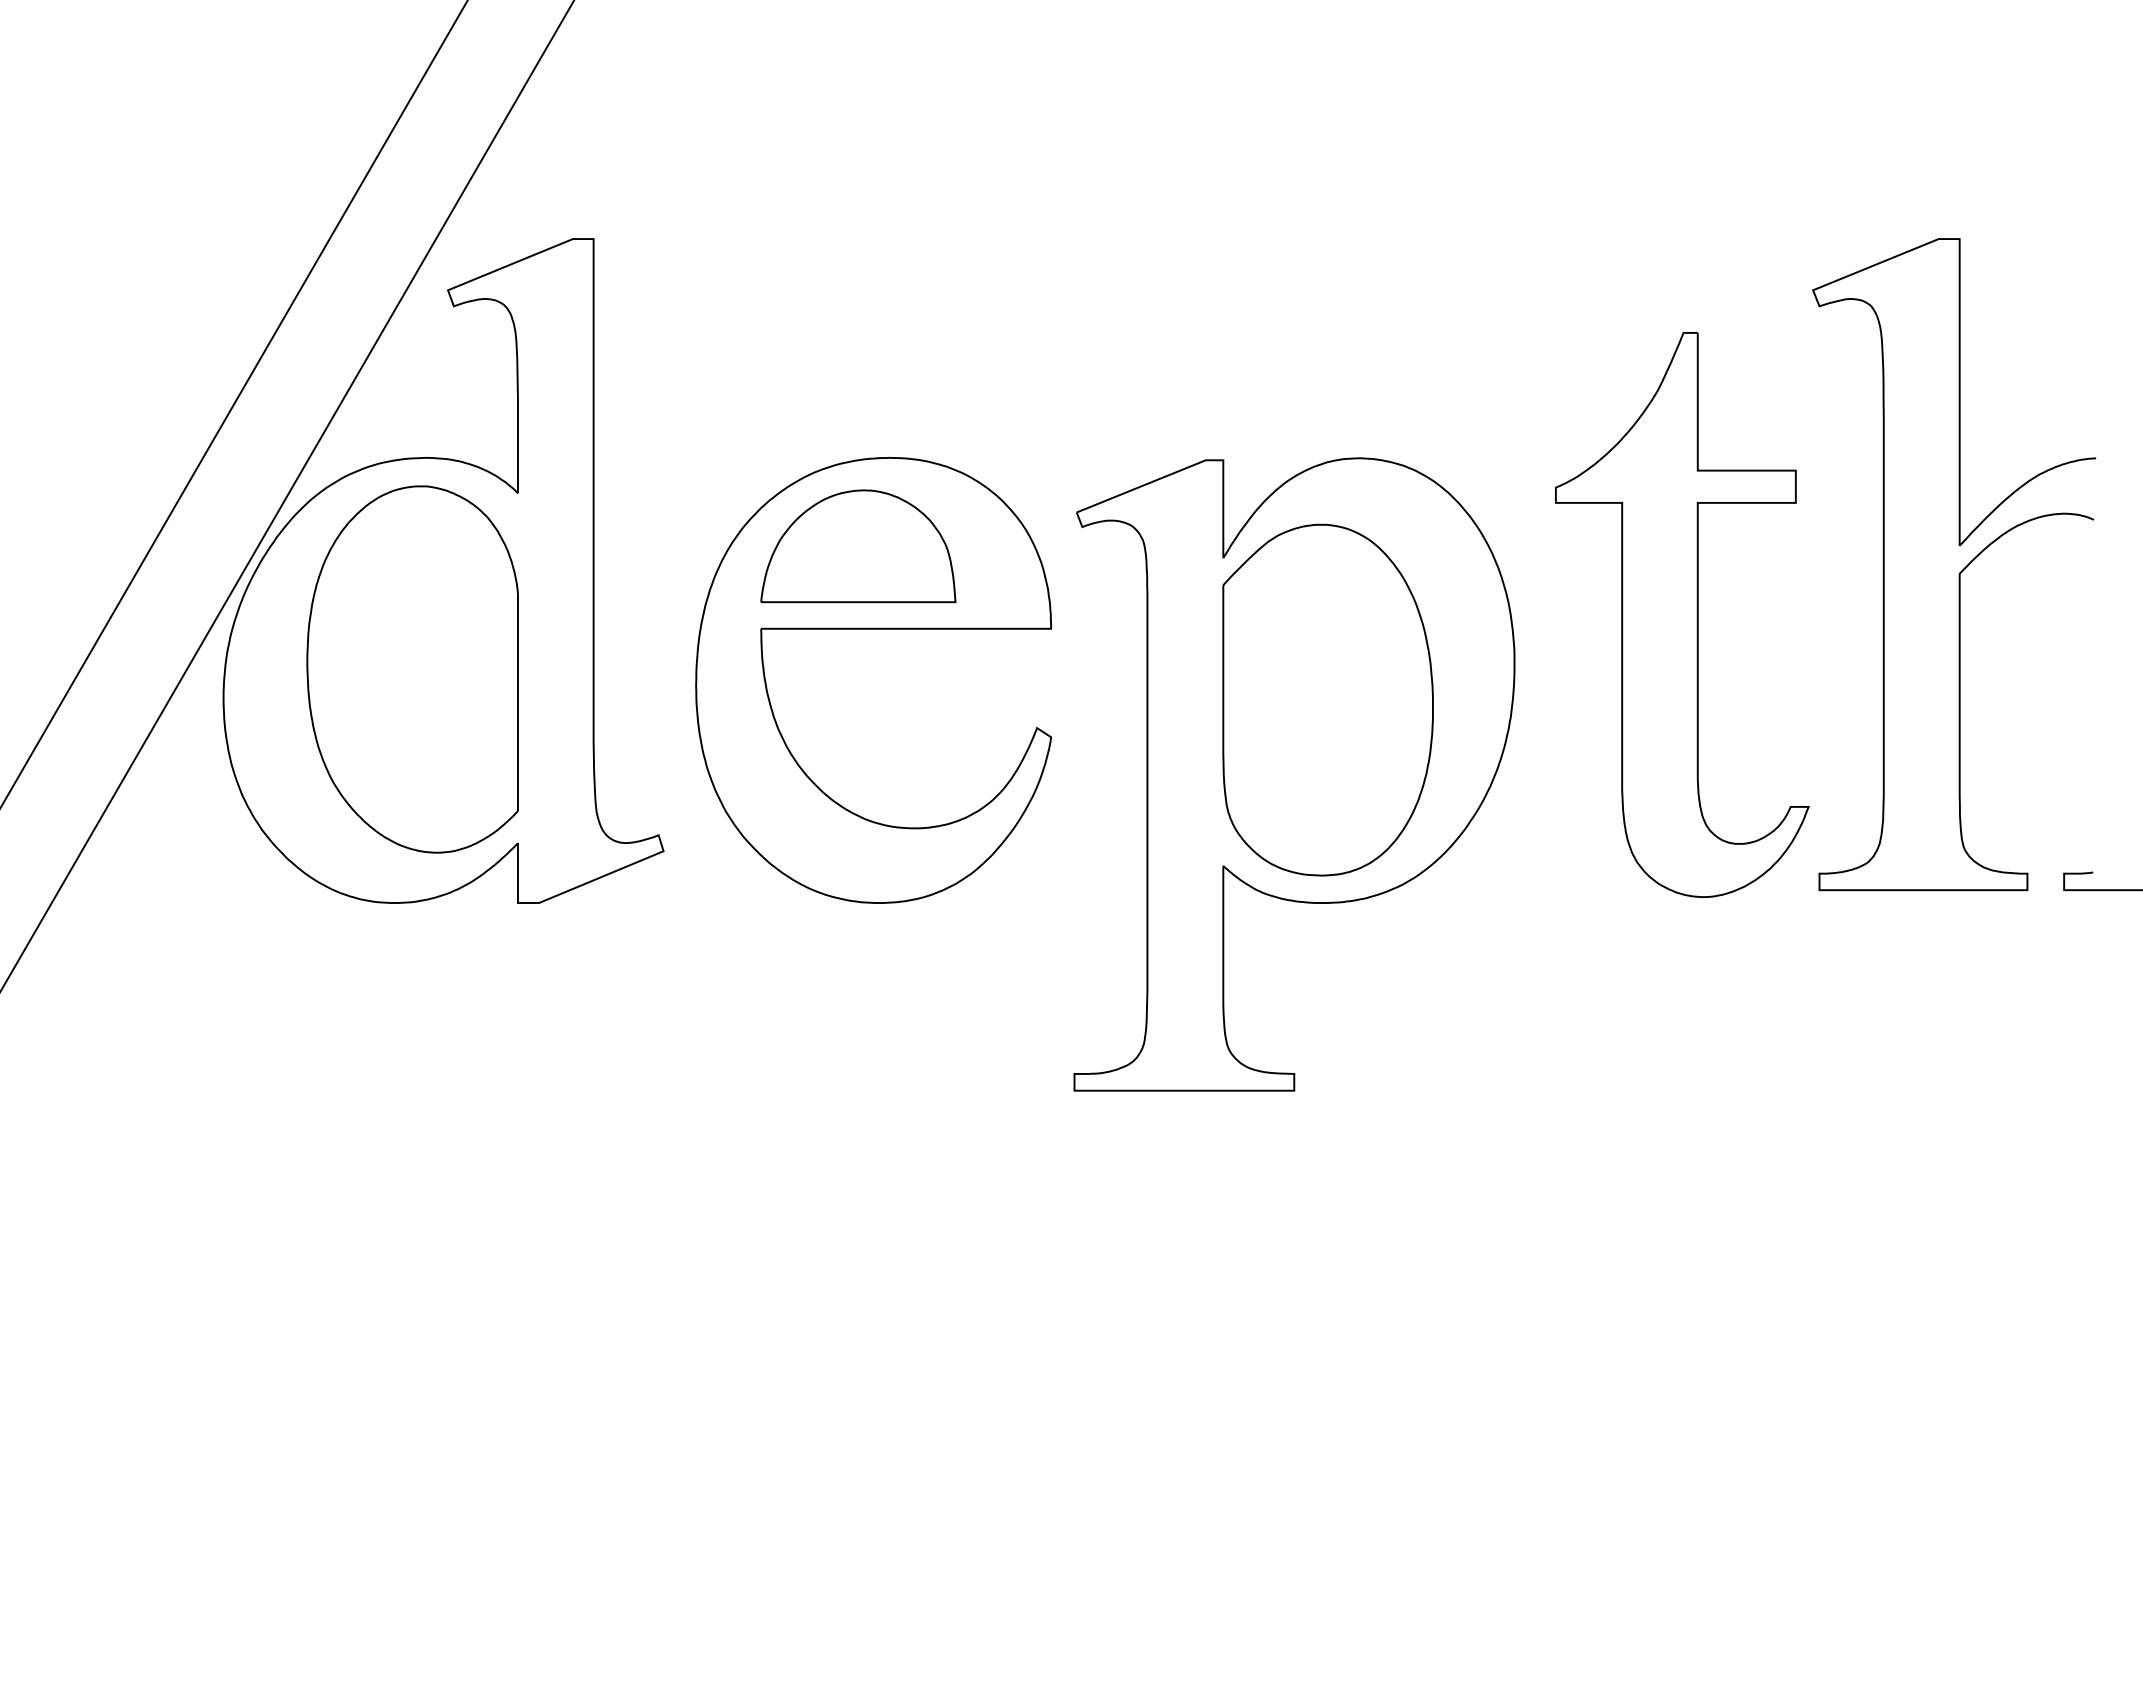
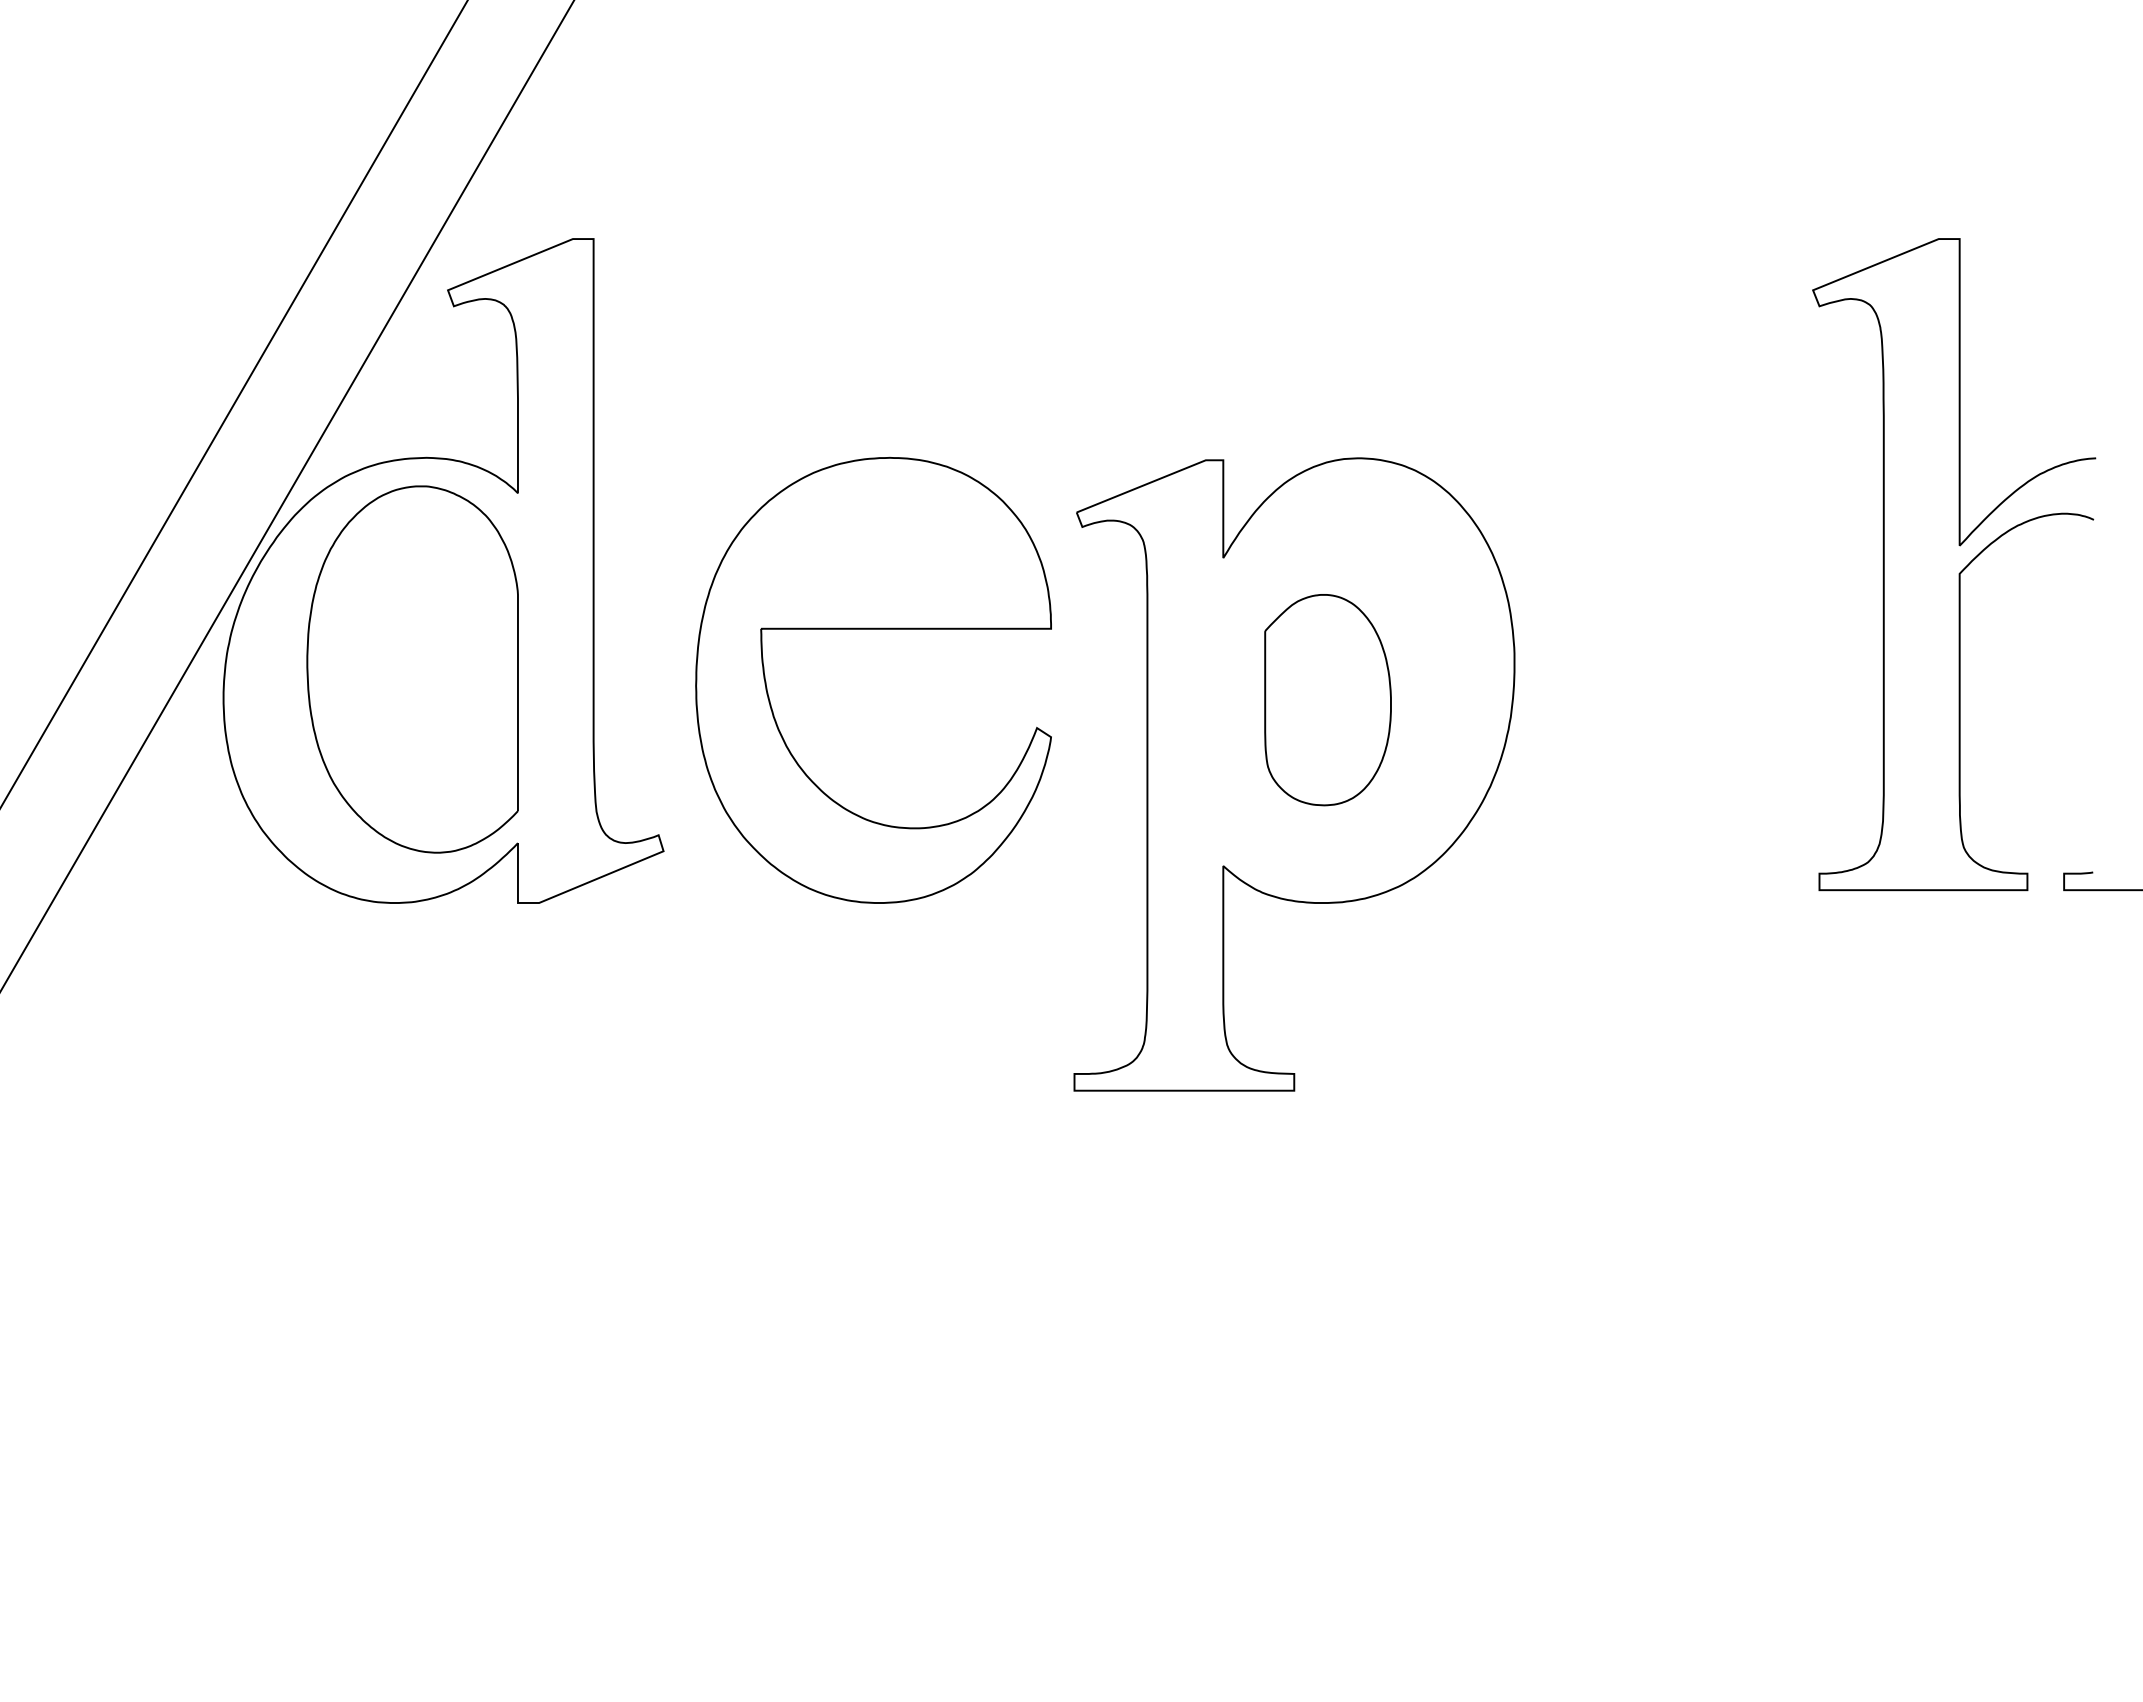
part at (858, 546): present -> none
part at (1682, 614): present -> none
part at (1327, 699) size: 212x354 px -> 128x213 px
